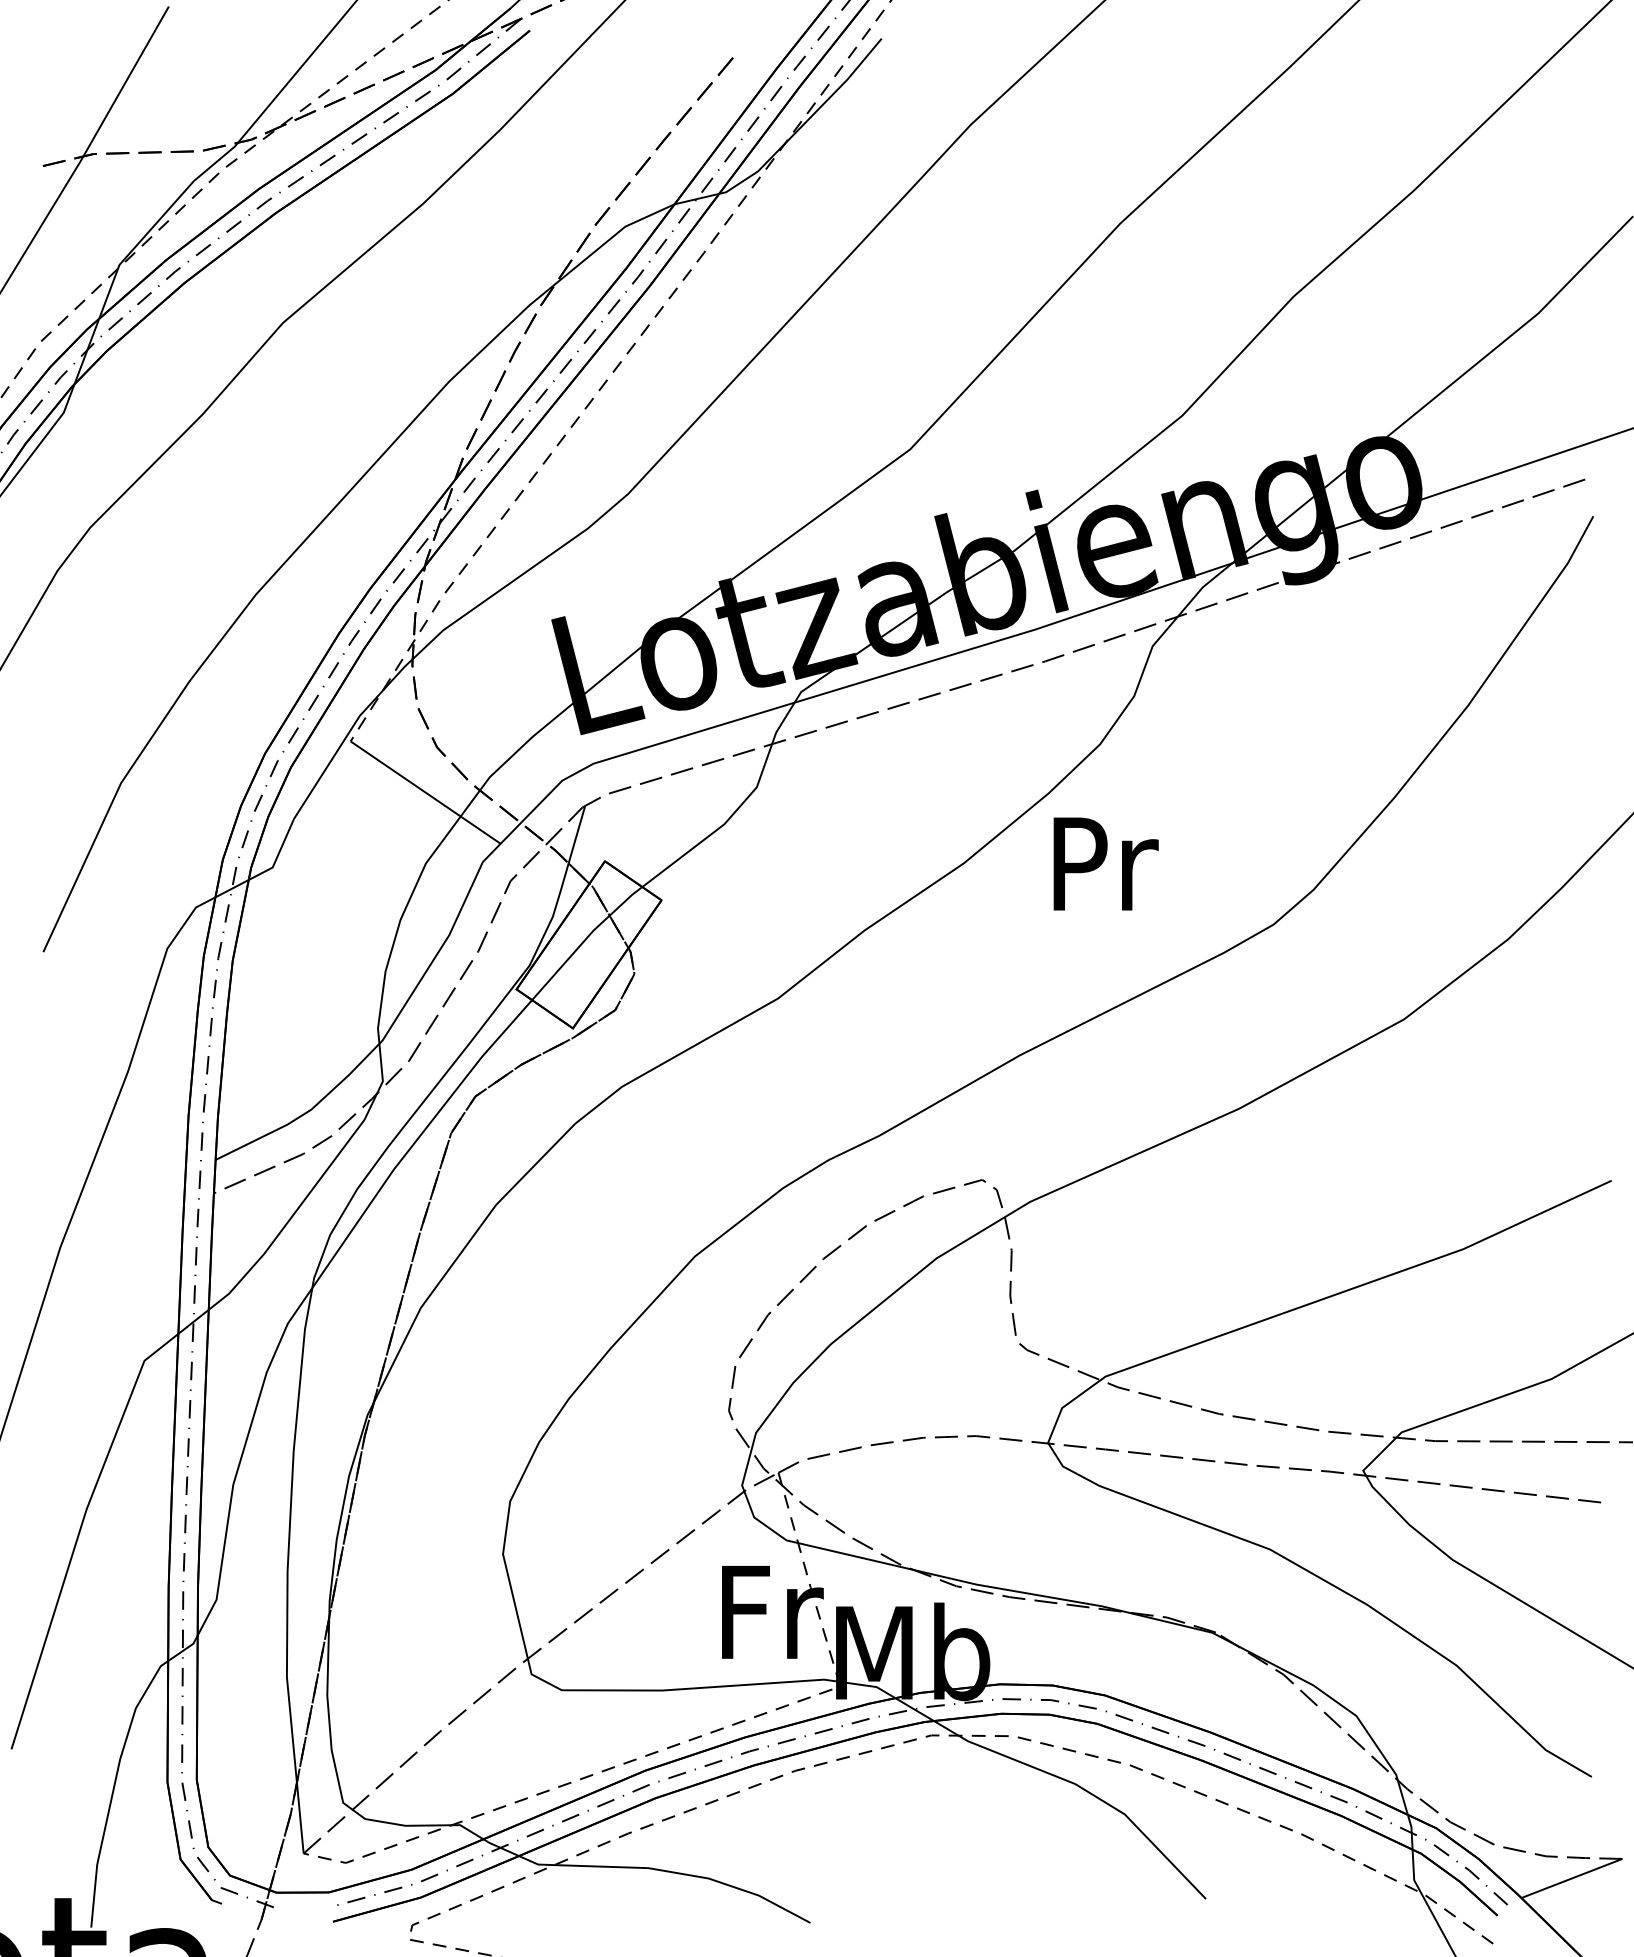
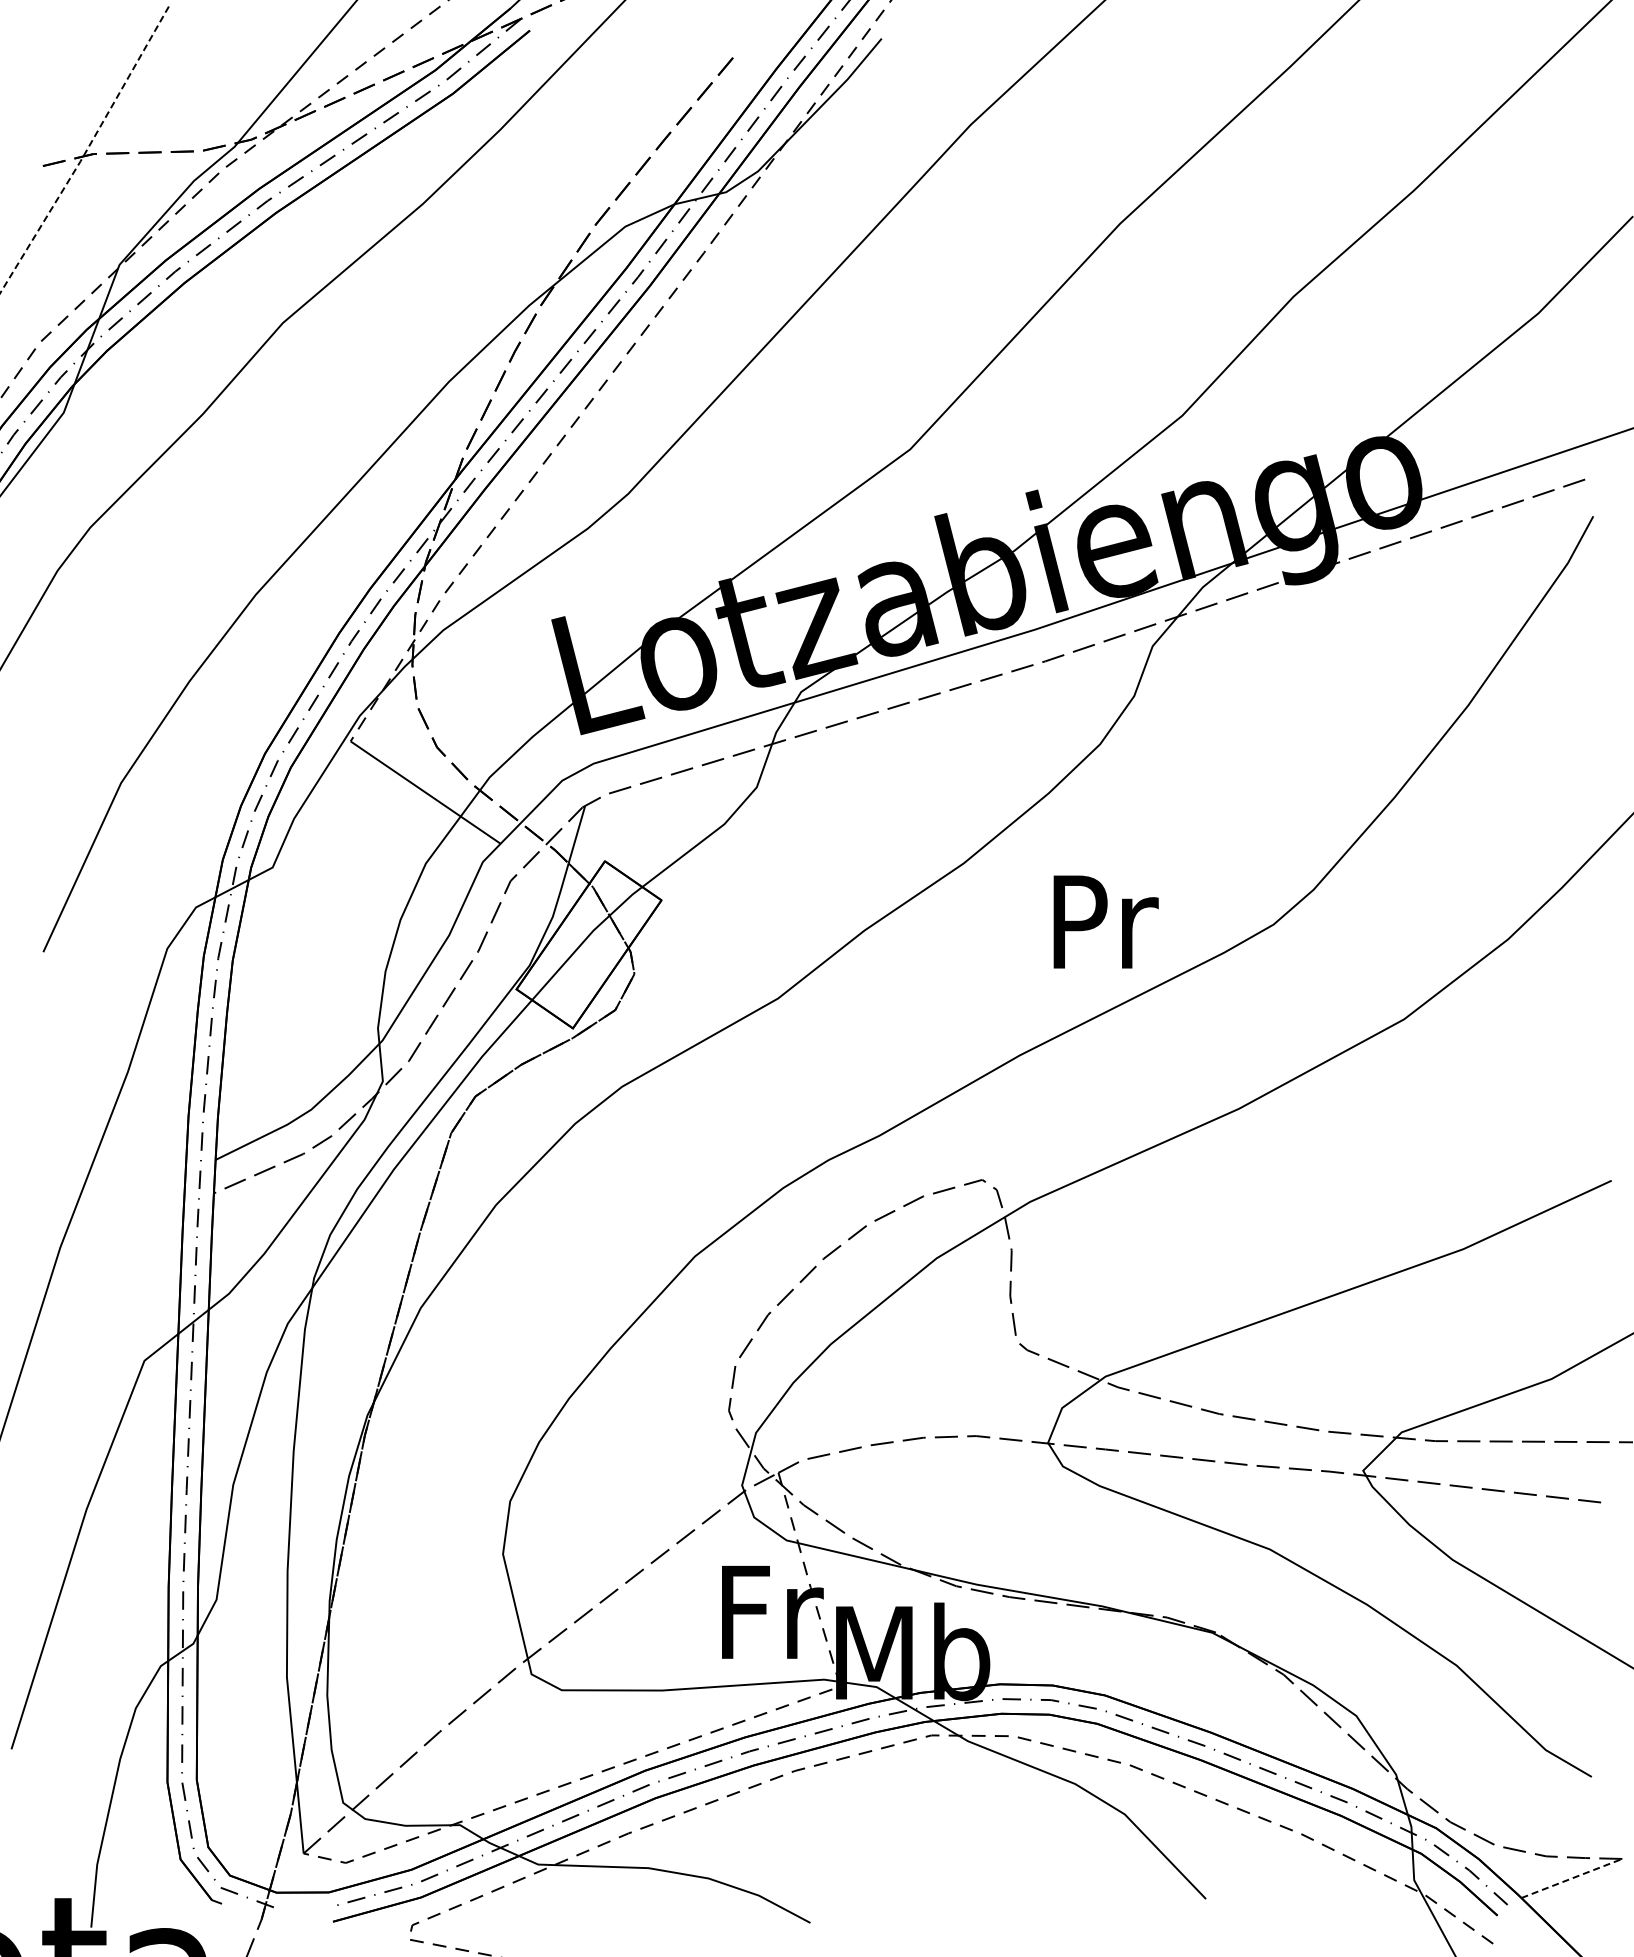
line at (86, 151): solid -> dashed
text at (1105, 863) position: (1105, 863) -> (1105, 921)
line at (1572, 1878): solid -> dashed
